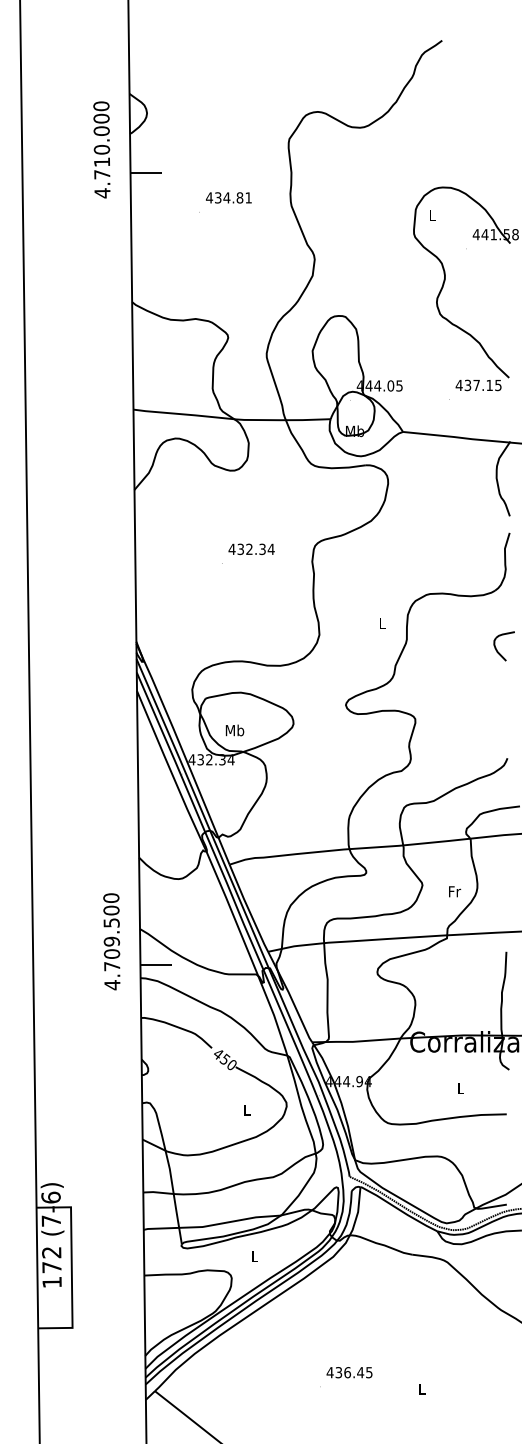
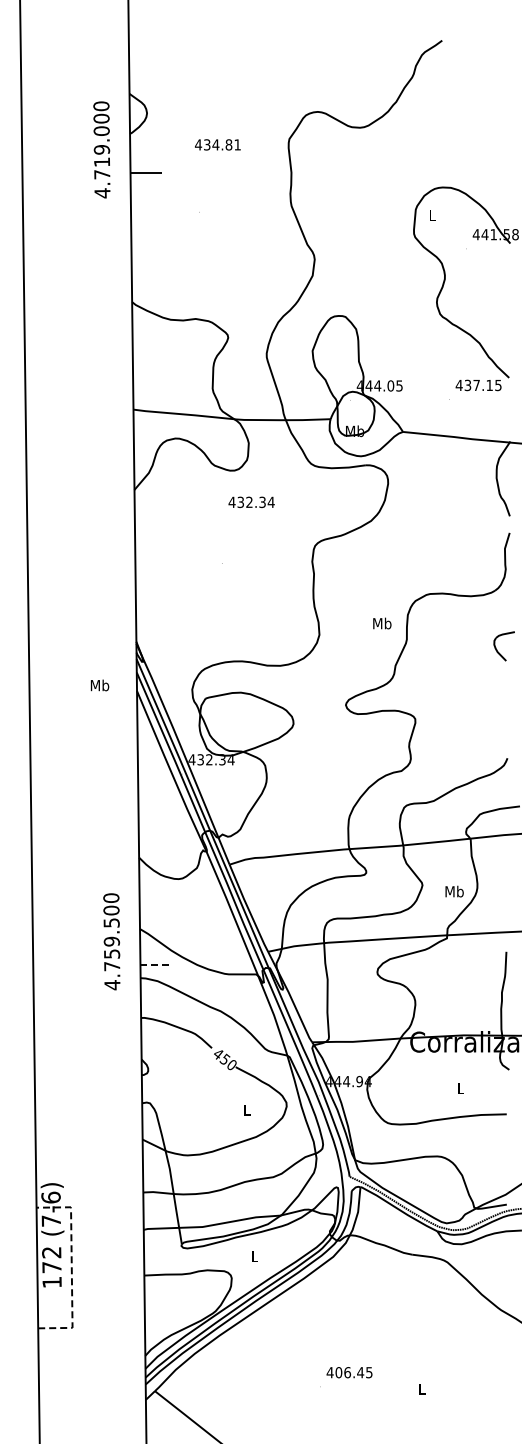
text at (102, 149): 4.710.000 -> 4.719.000
text at (228, 197) position: (228, 197) -> (217, 144)
text at (251, 548) position: (251, 548) -> (251, 501)
text at (382, 623): L -> Mb
text at (234, 730) position: (234, 730) -> (99, 685)
text at (454, 891): Fr -> Mb
text at (111, 953): 4.709.500 -> 4.759.500
line at (156, 964): solid -> dashed
line at (71, 1267): solid -> dashed
text at (338, 1372): 436.45 -> 406.45
